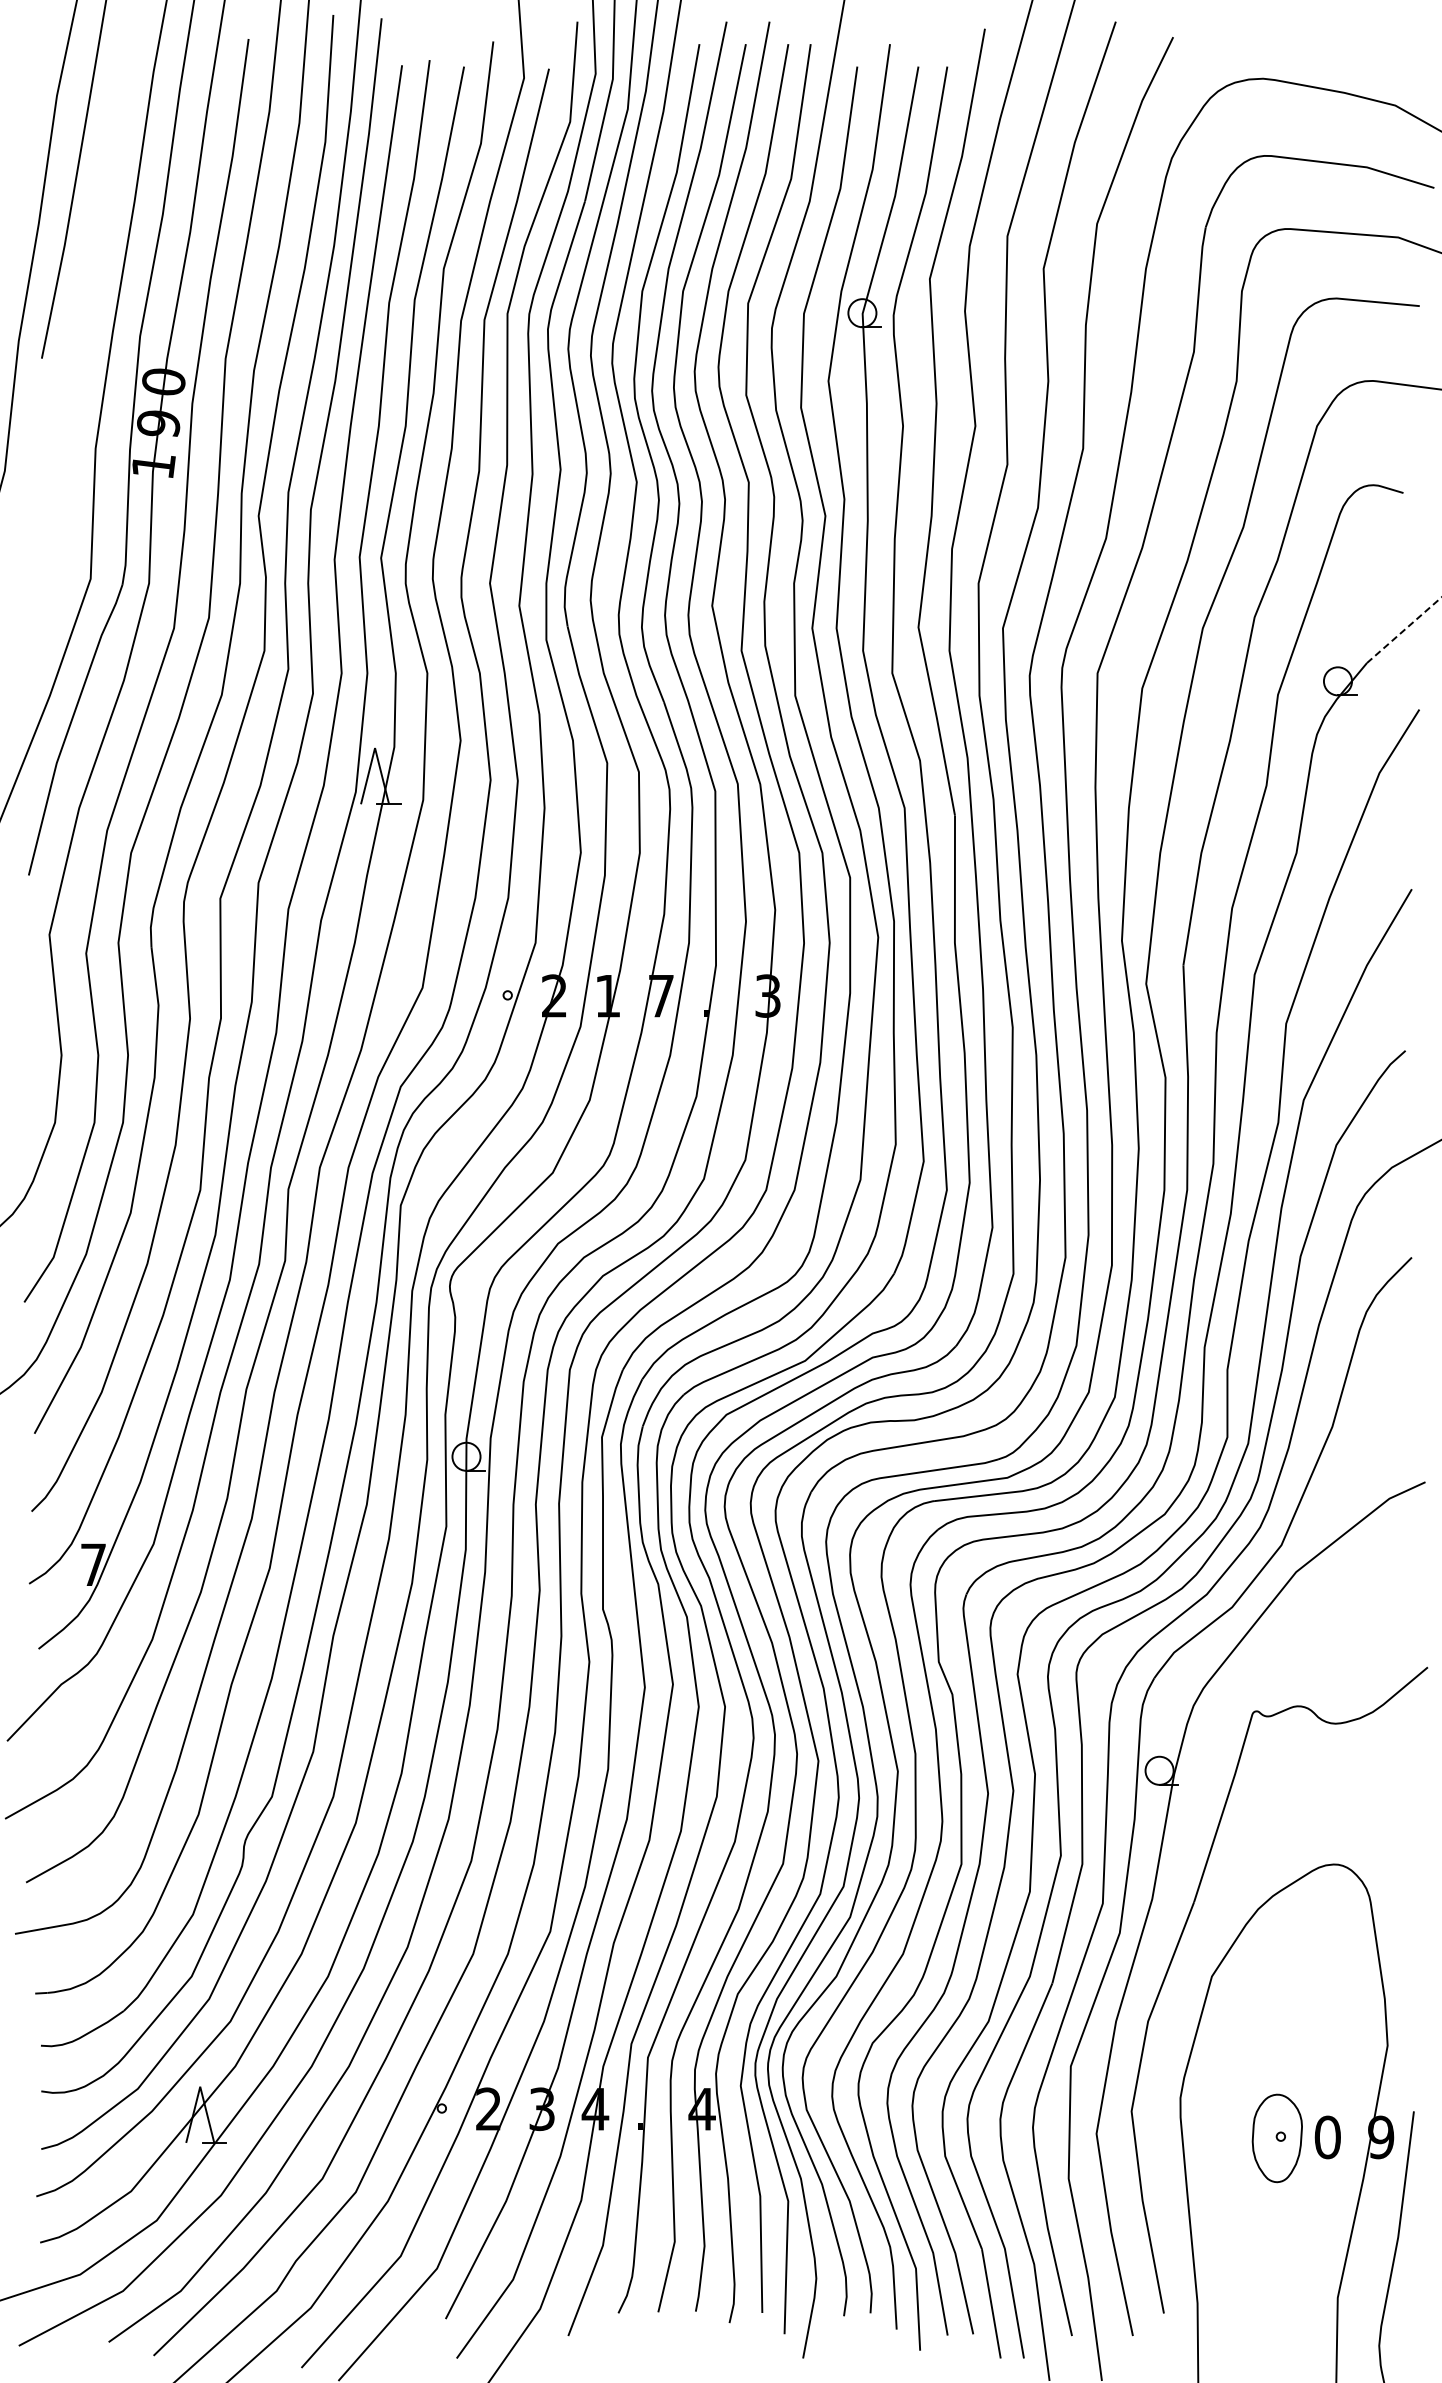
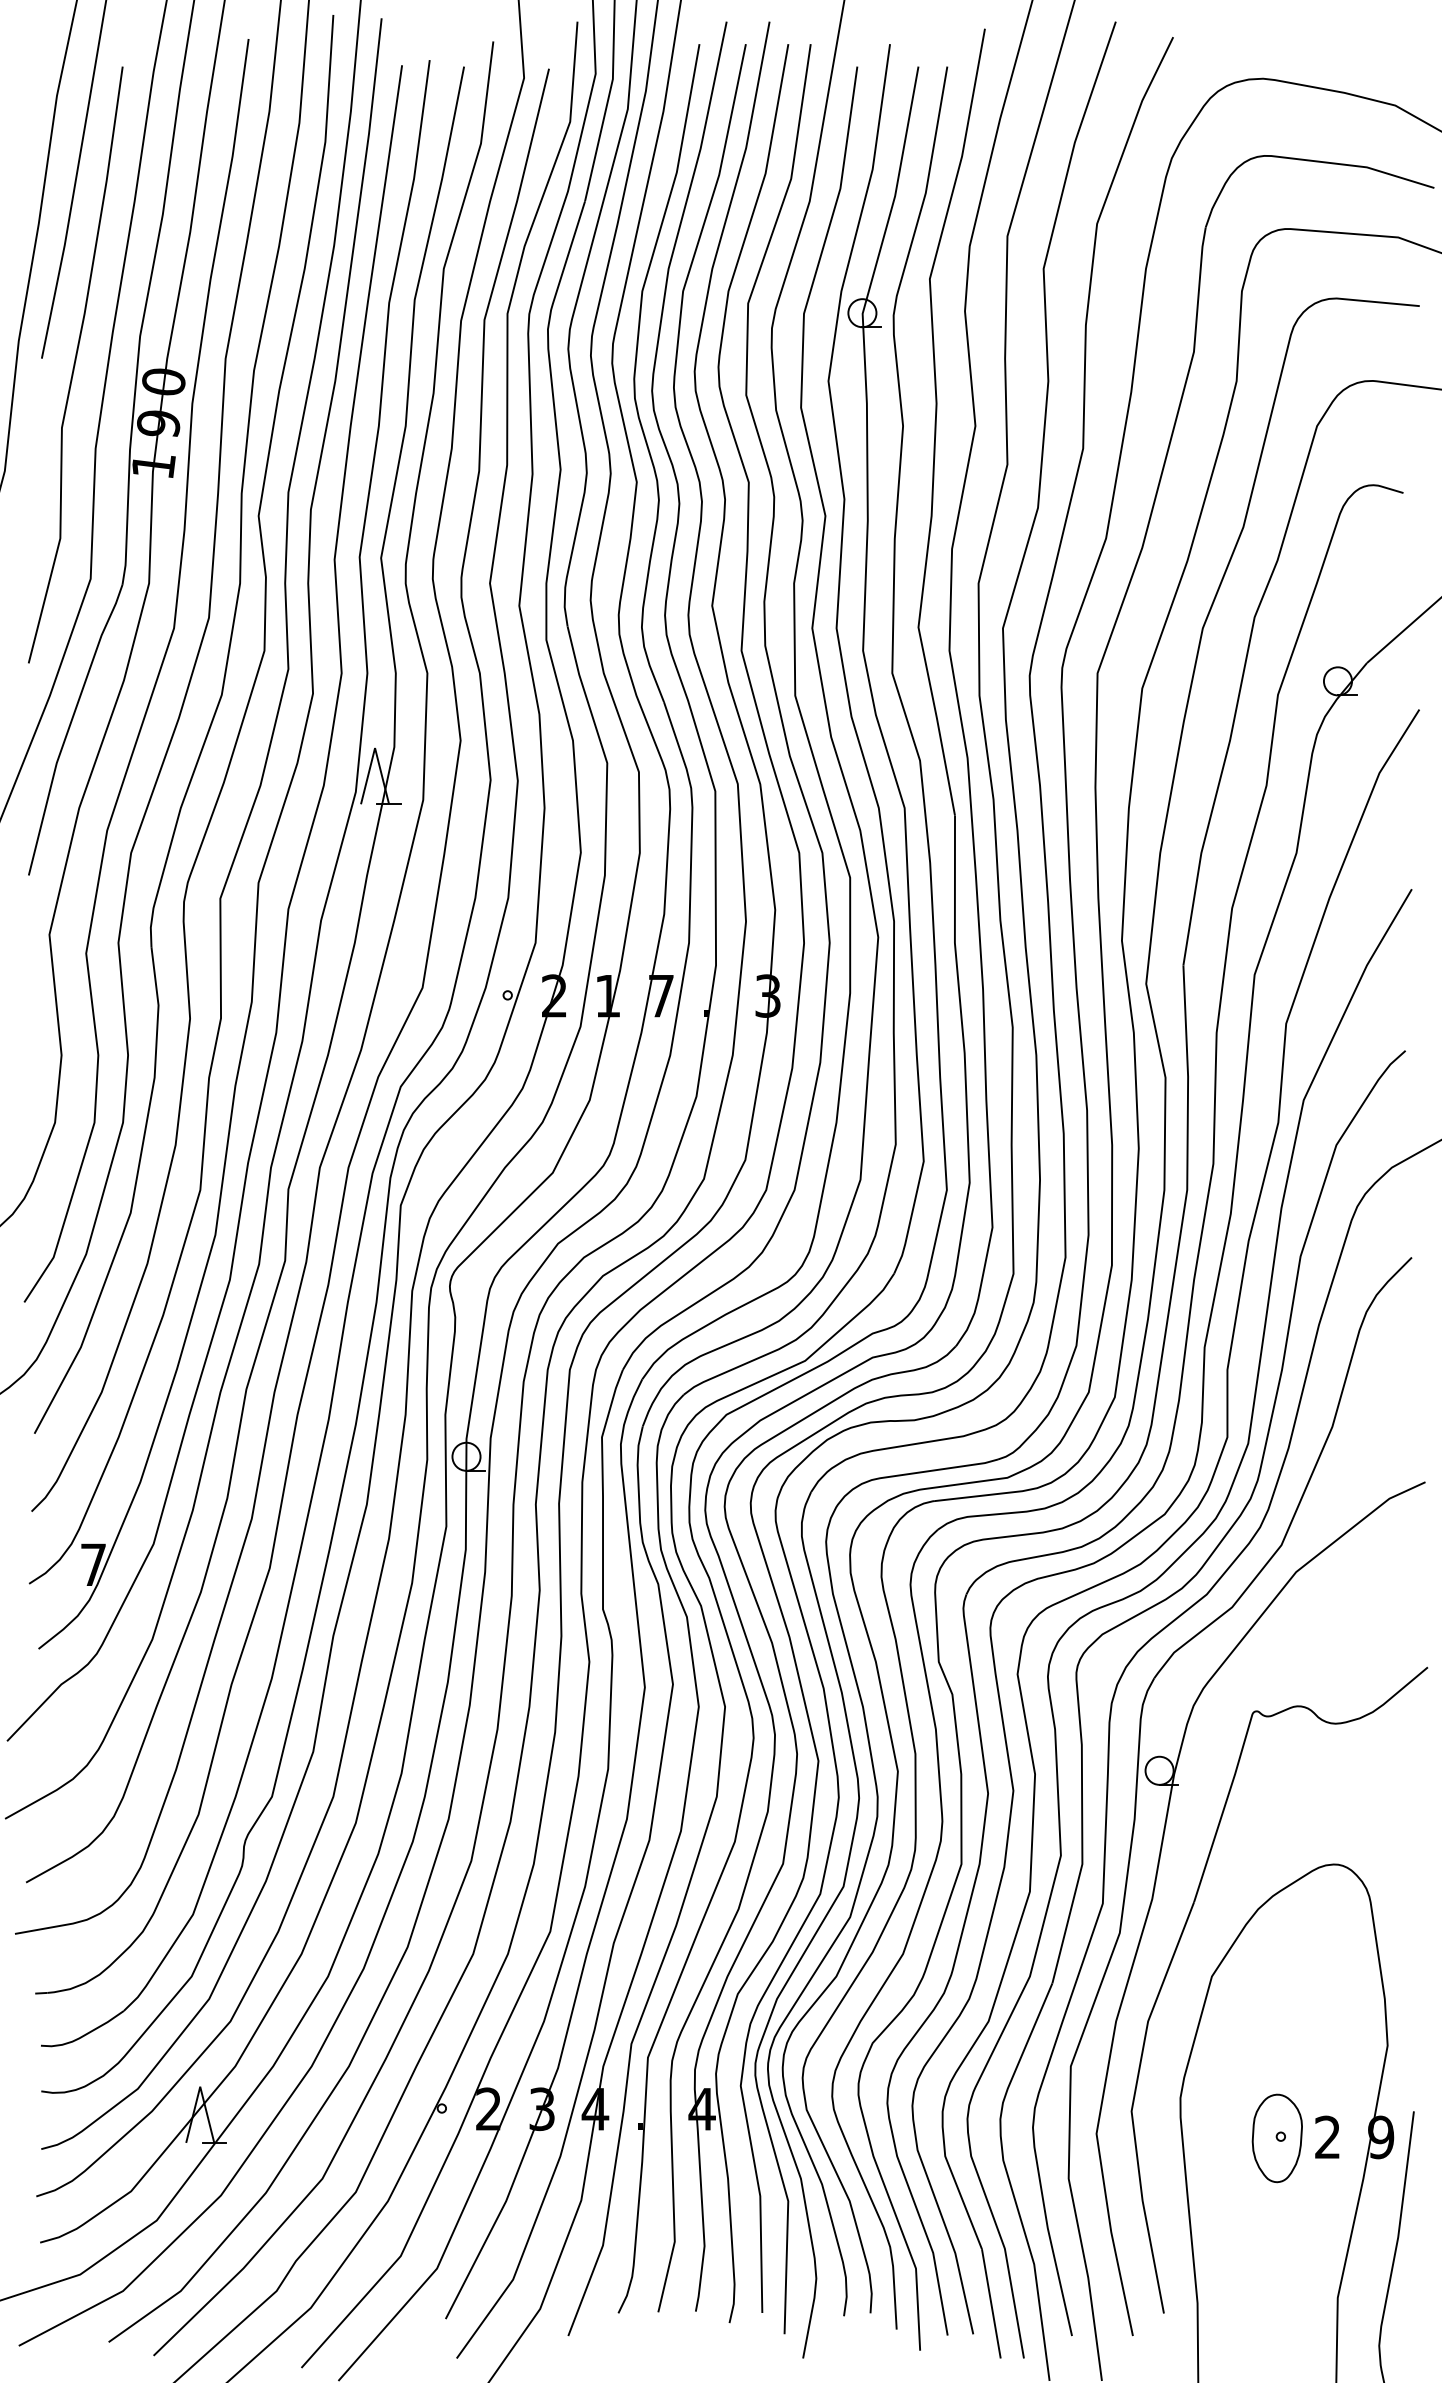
curve at (75, 364): none -> present
line at (1404, 630): dashed -> solid
text at (1327, 2137): 0 -> 2
